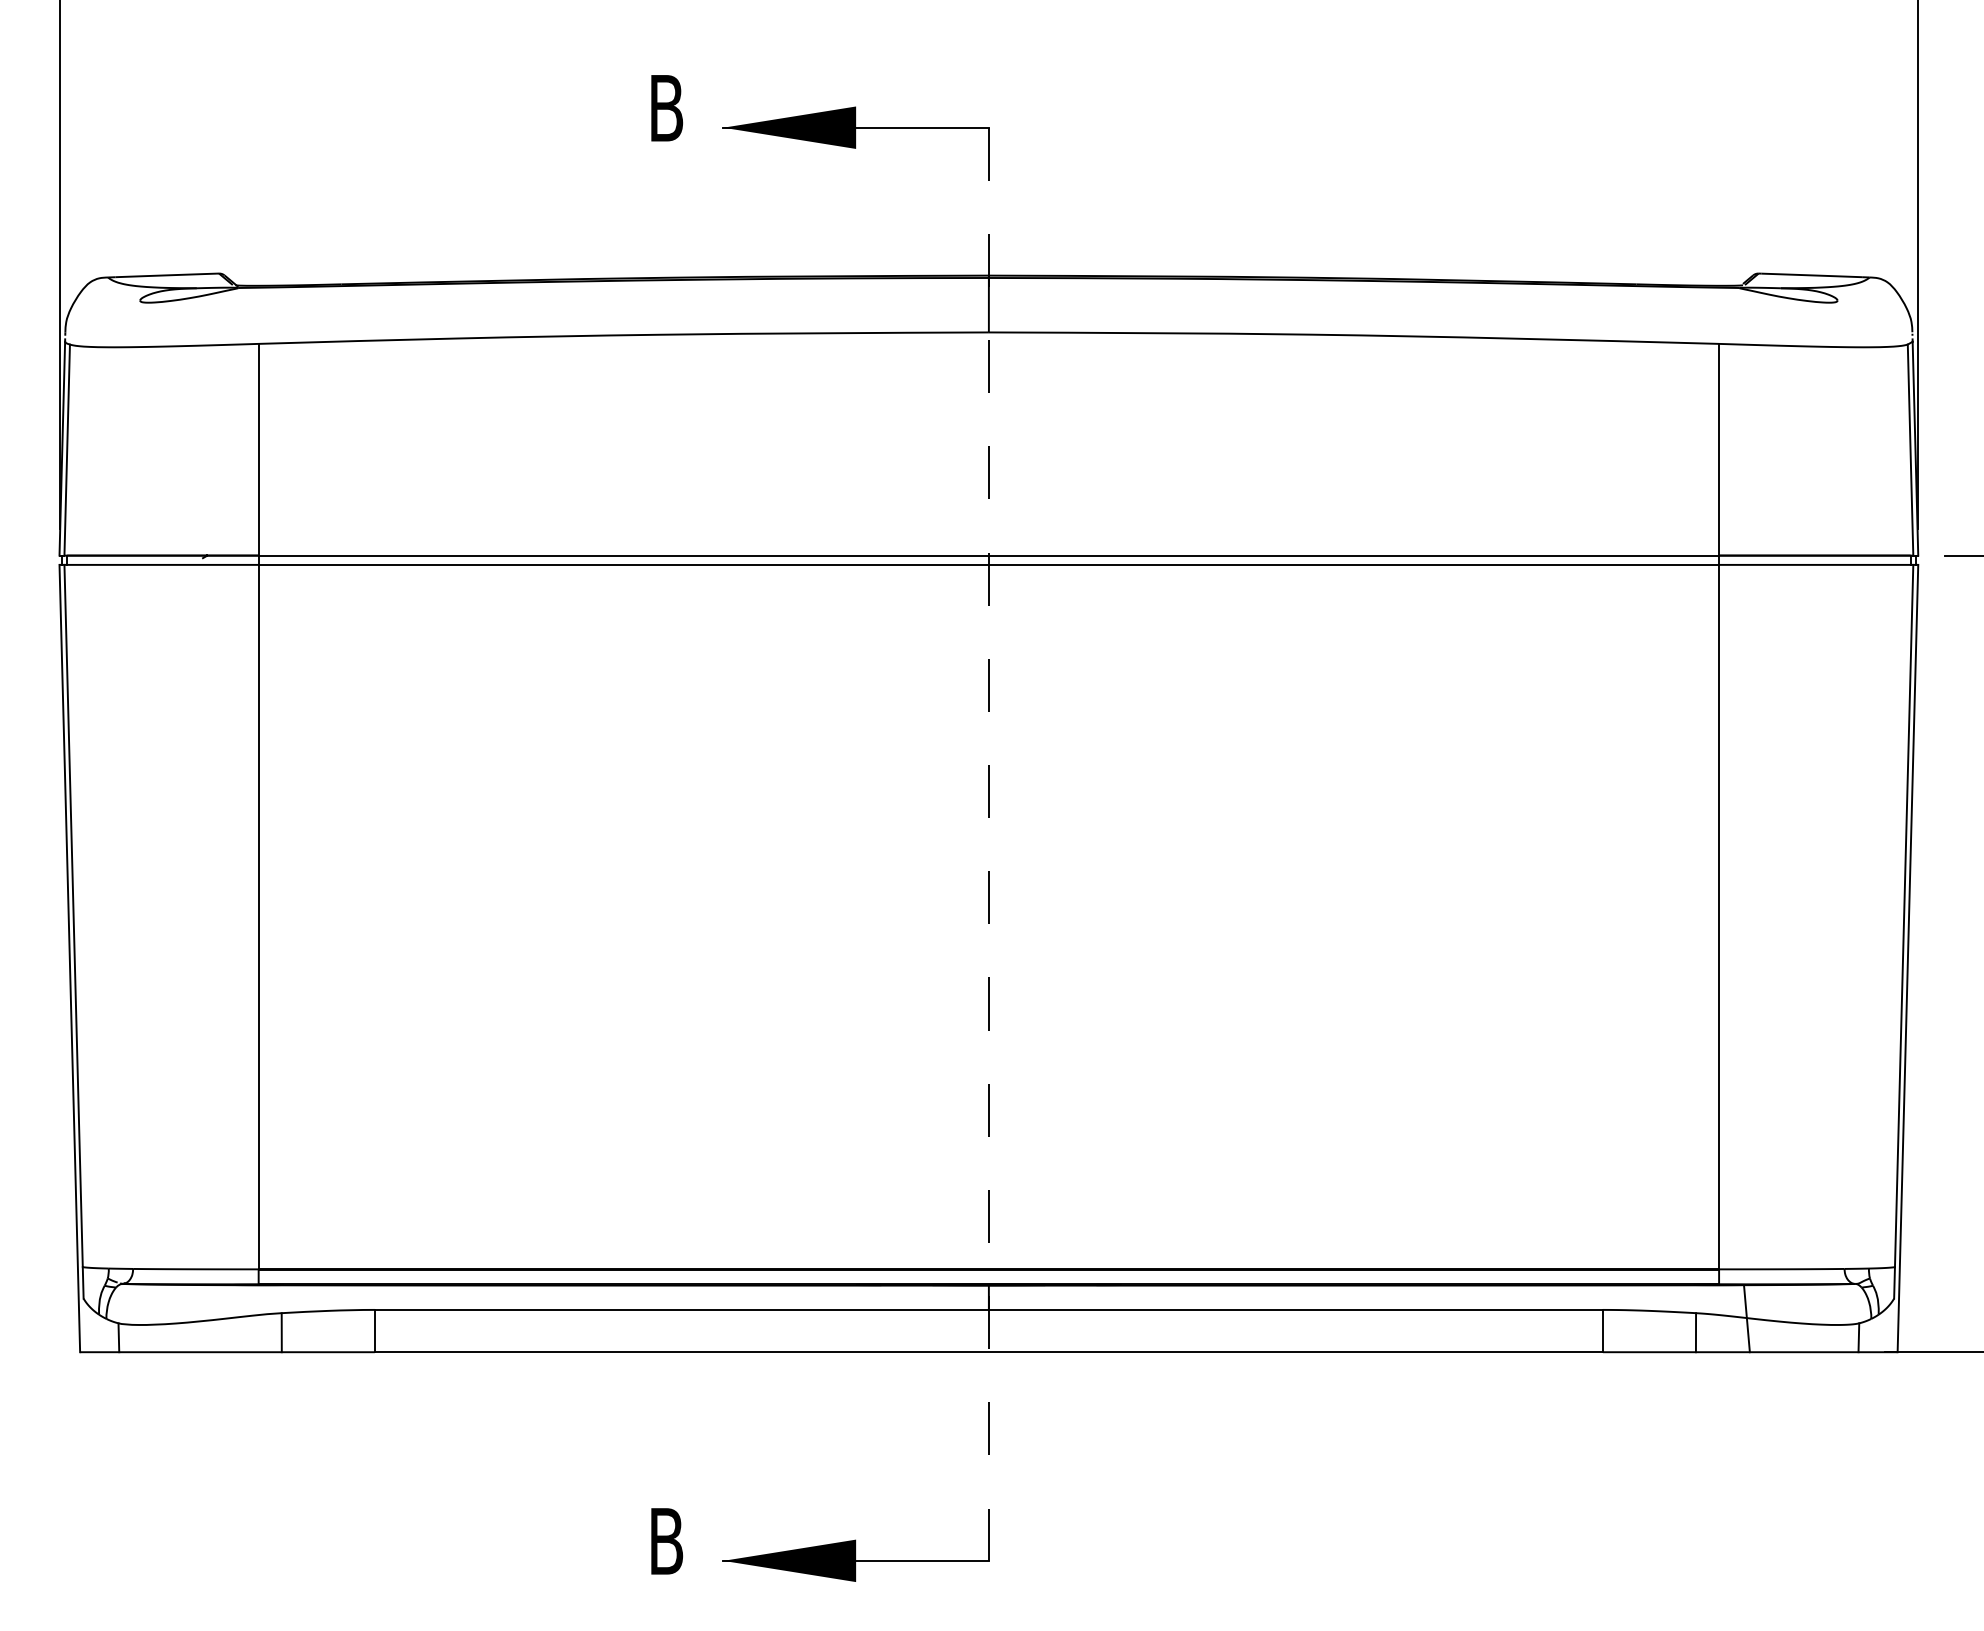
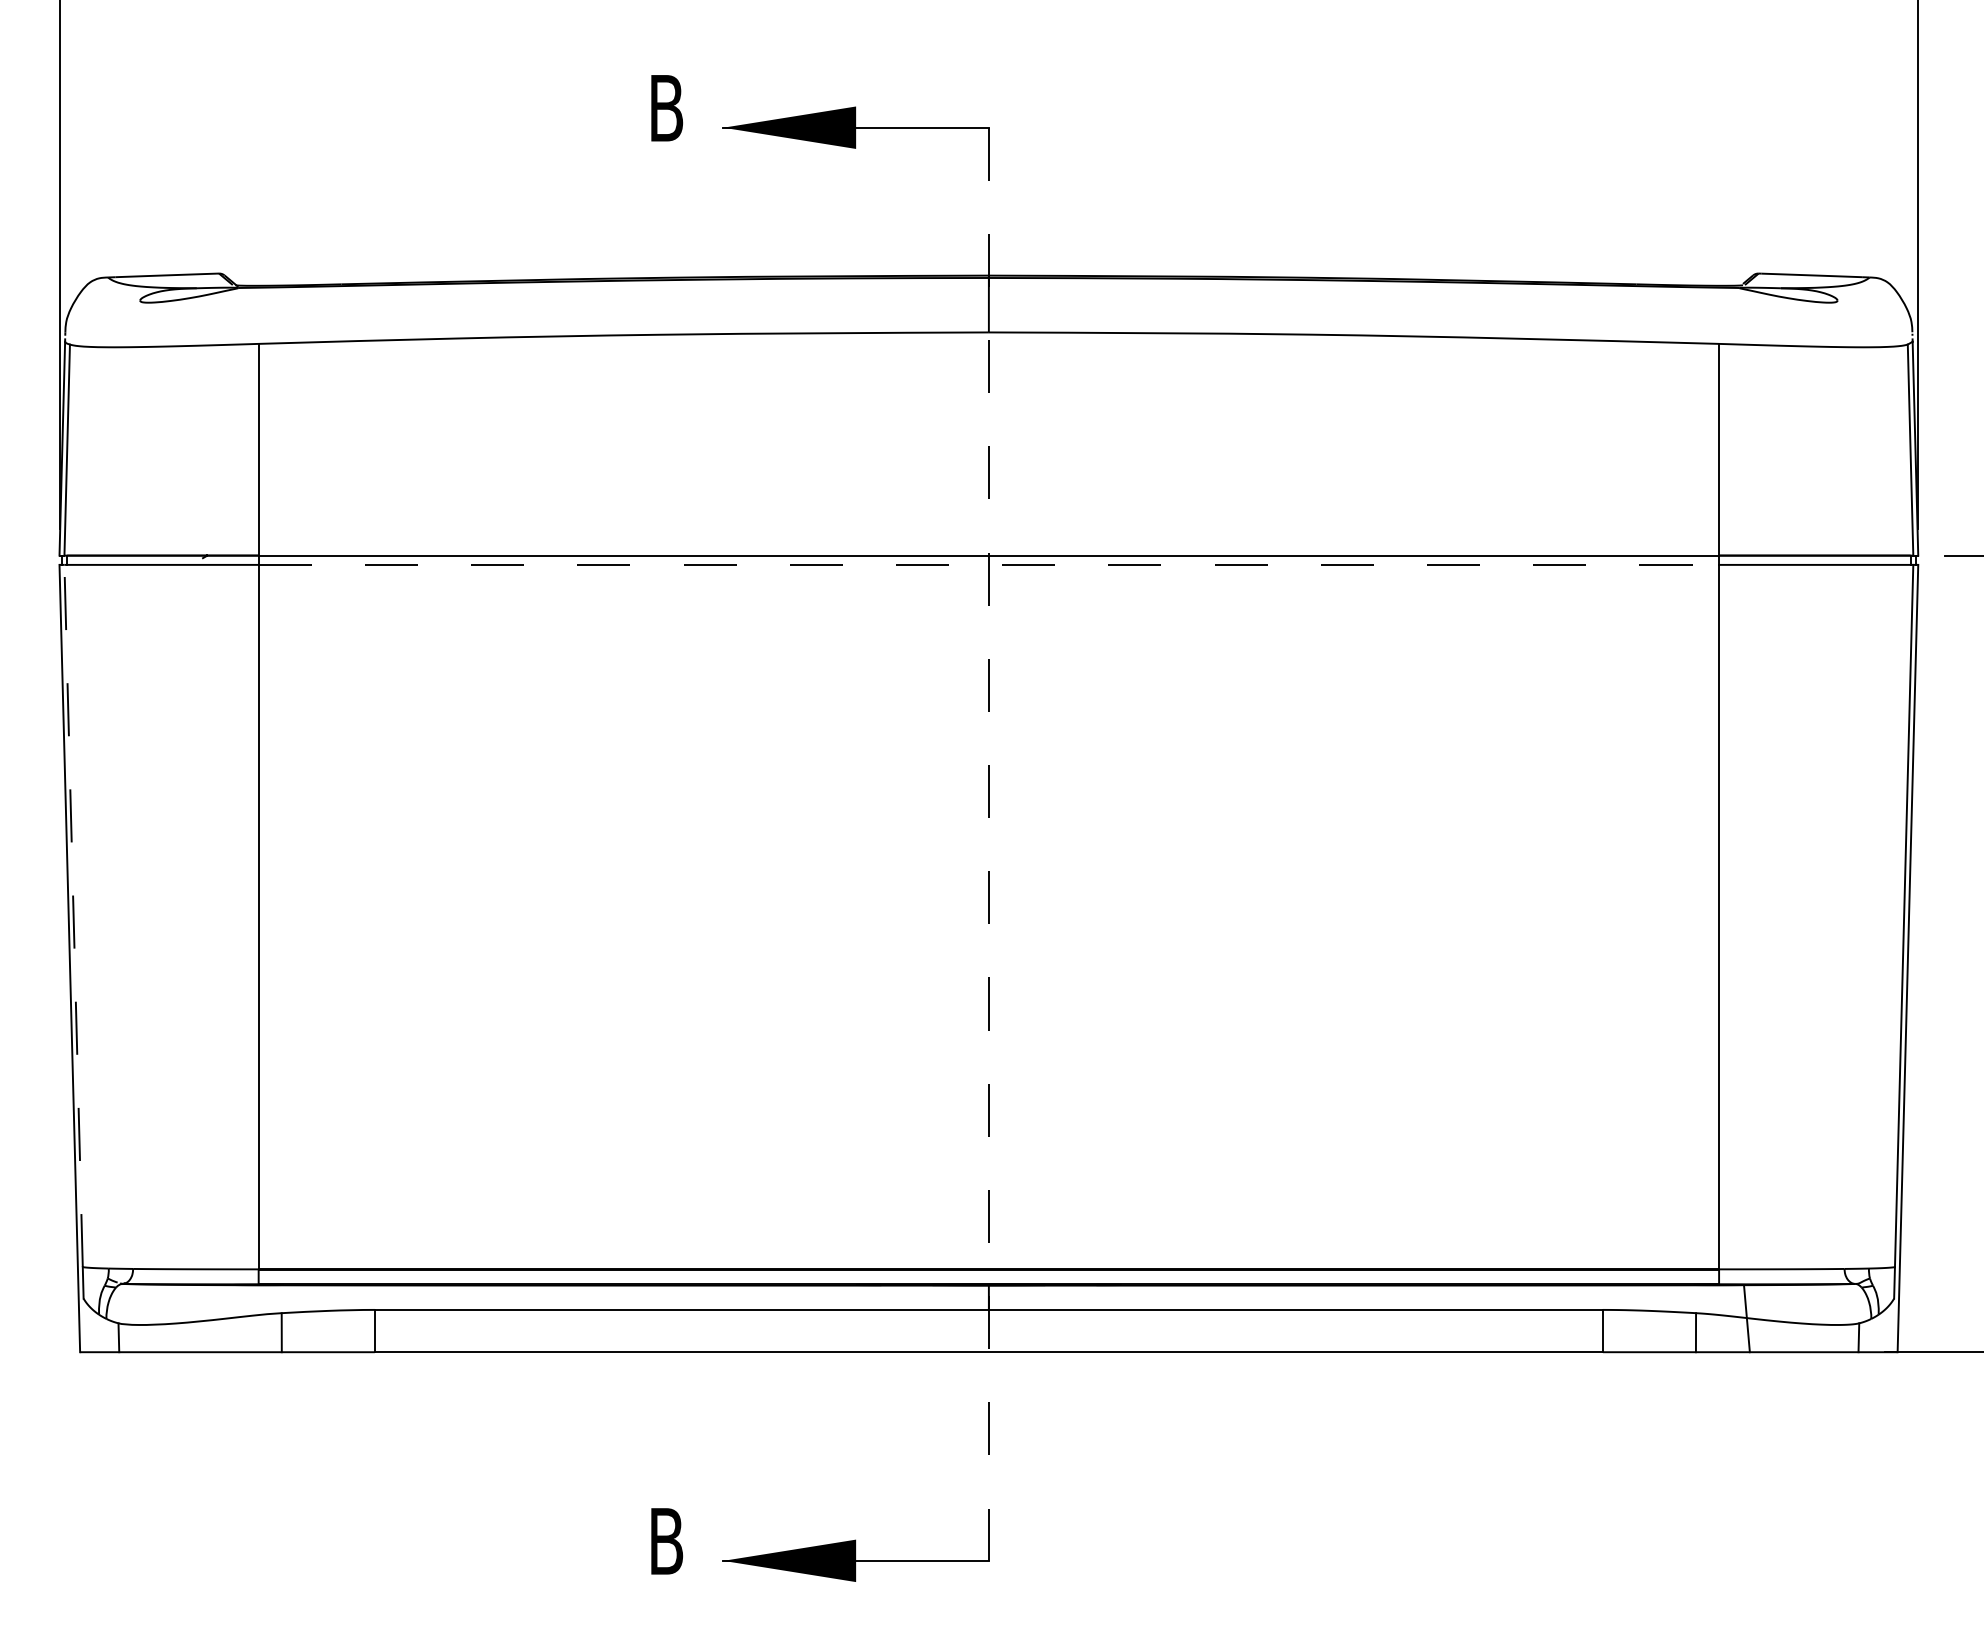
line at (989, 564): solid -> dashed
line at (73, 915): solid -> dashed
